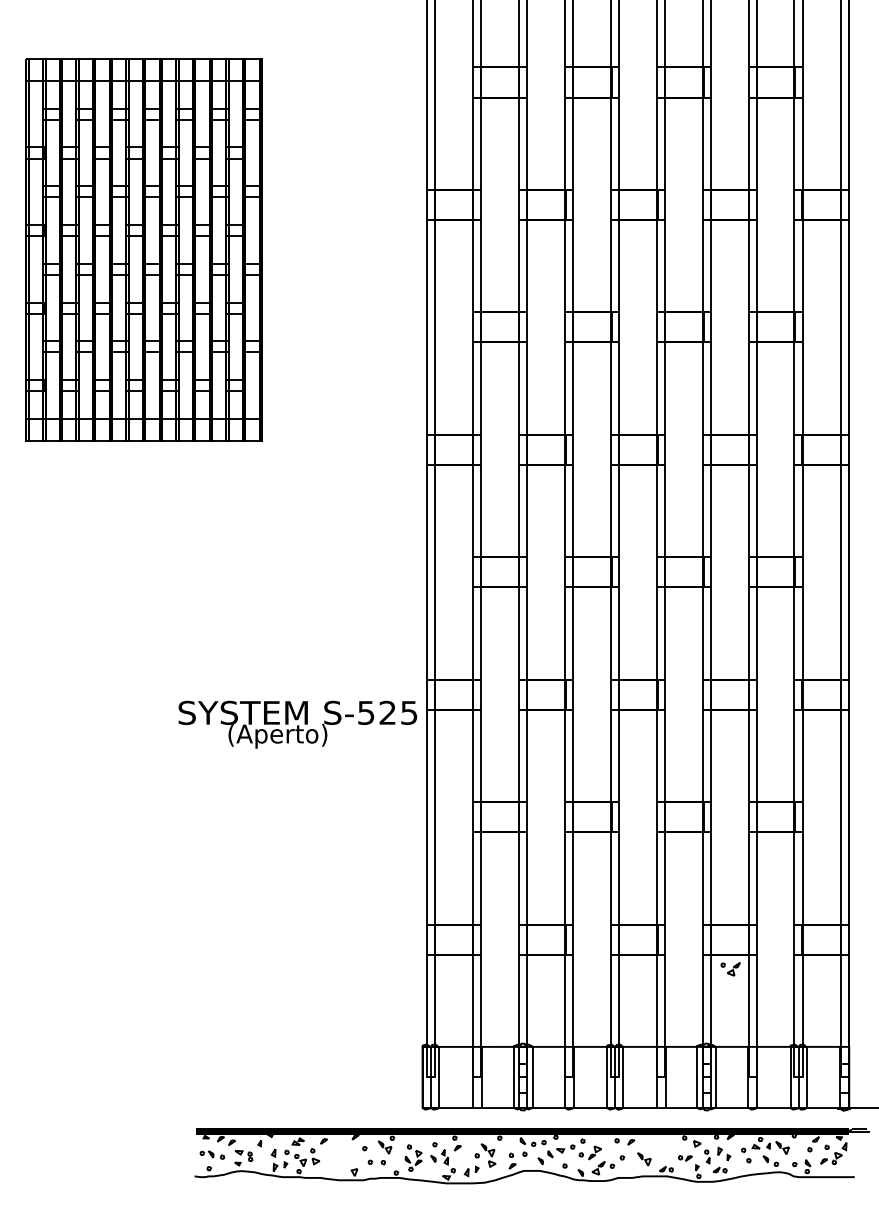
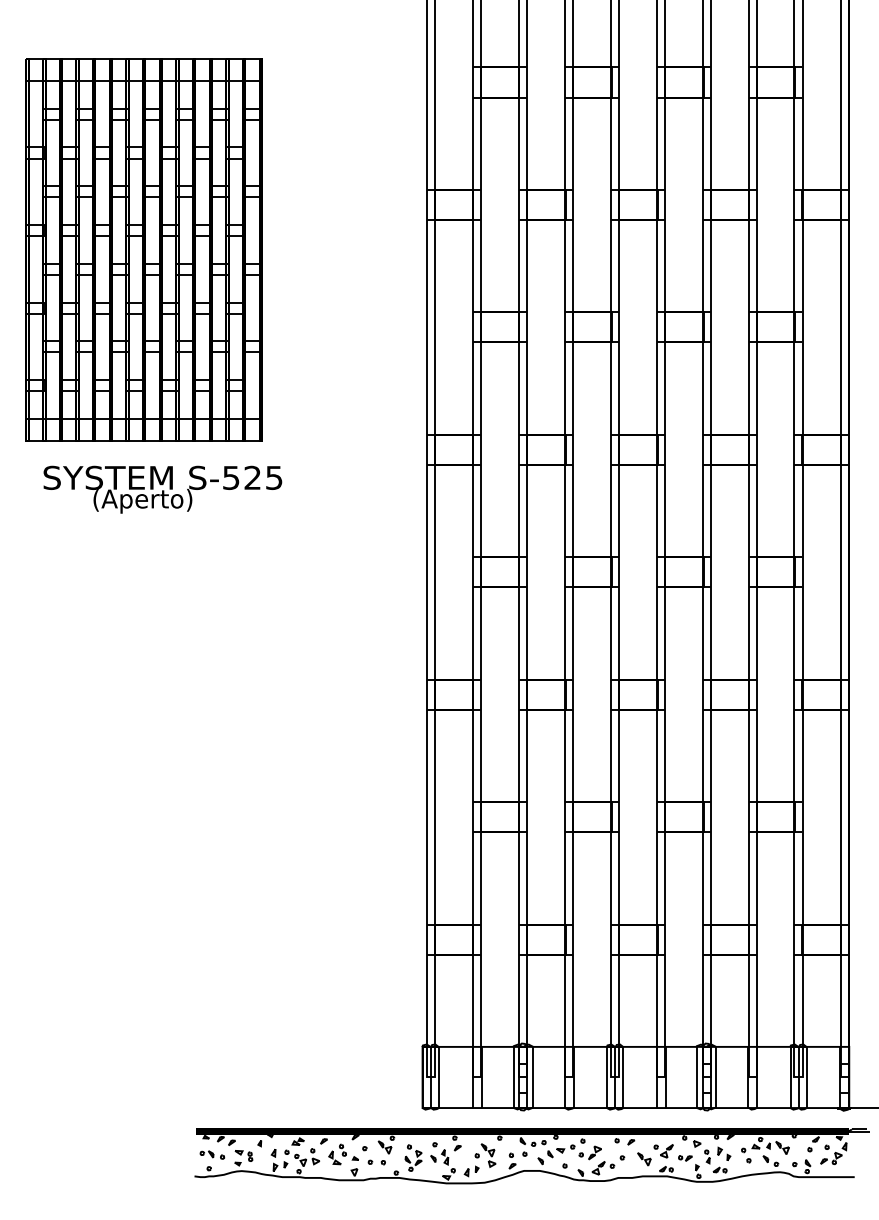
text at (297, 724) position: (297, 724) -> (162, 489)
part at (730, 969) position: (730, 969) -> (663, 1151)
part at (343, 1154): none -> present
